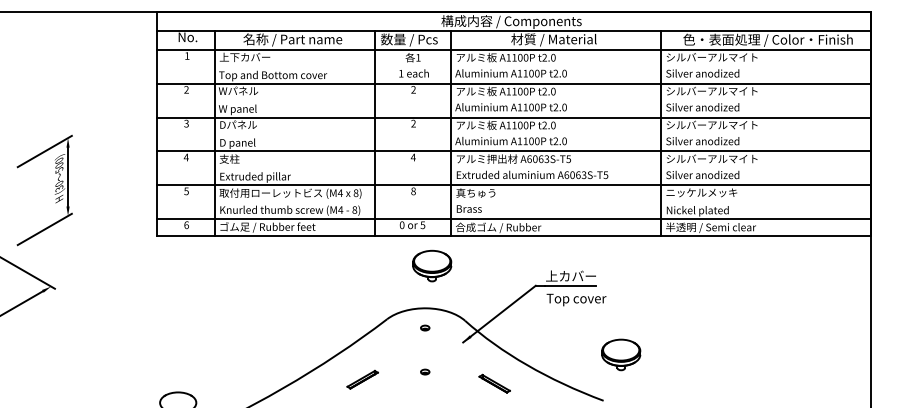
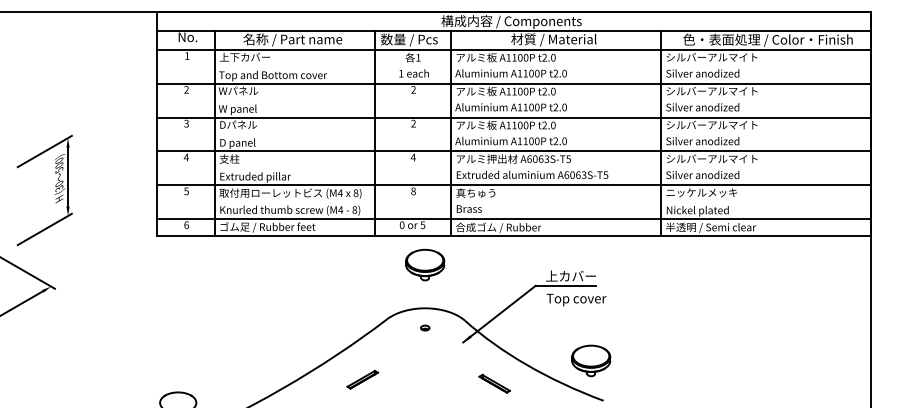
part at (432, 265) position: (432, 265) -> (425, 264)
part at (621, 354) position: (621, 354) -> (591, 360)
part at (425, 371): present -> none
